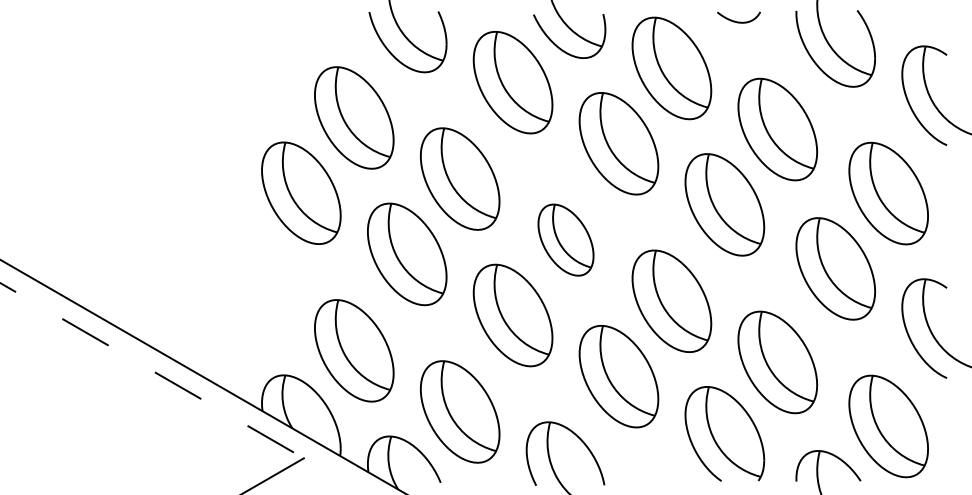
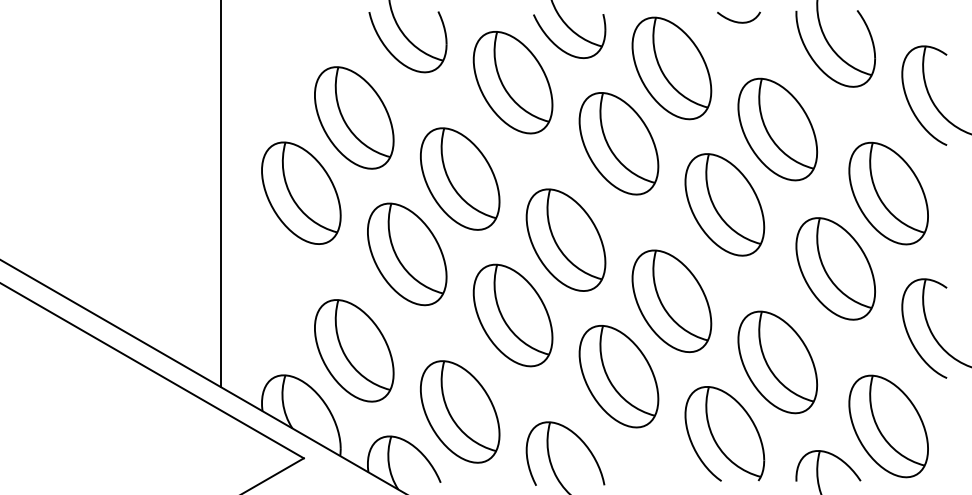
line at (220, 194): none -> present
part at (565, 239) size: 58x74 px -> 82x104 px
line at (152, 370): dashed -> solid
